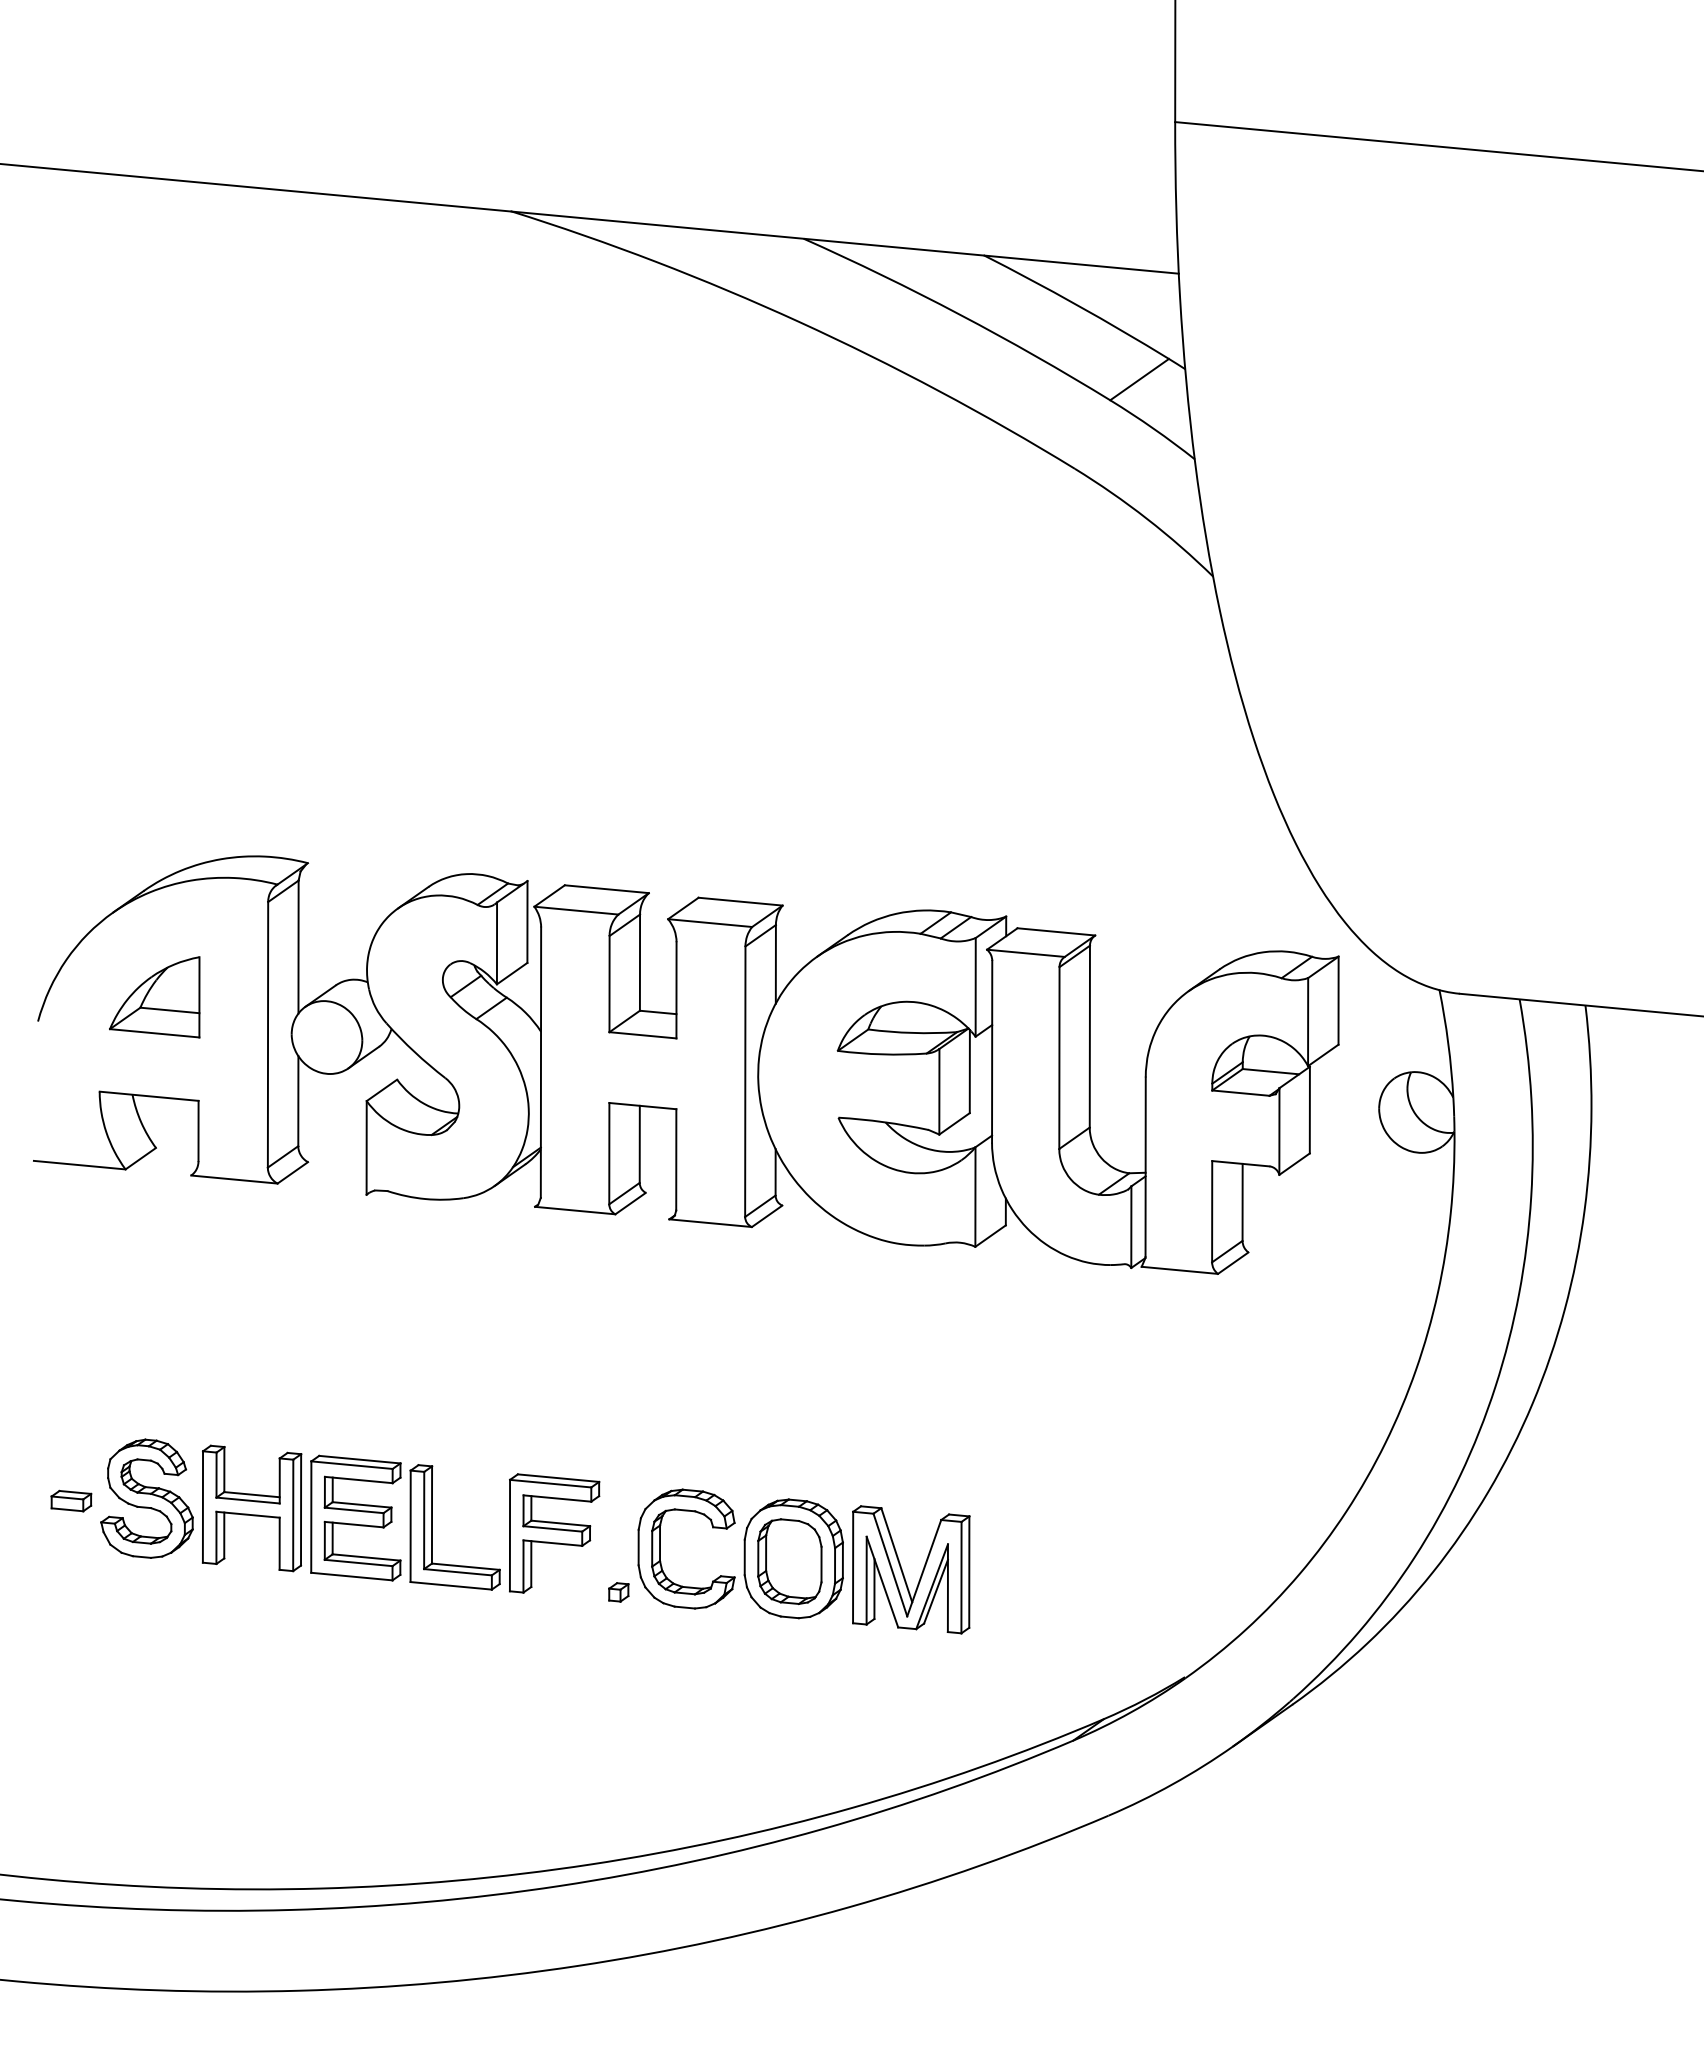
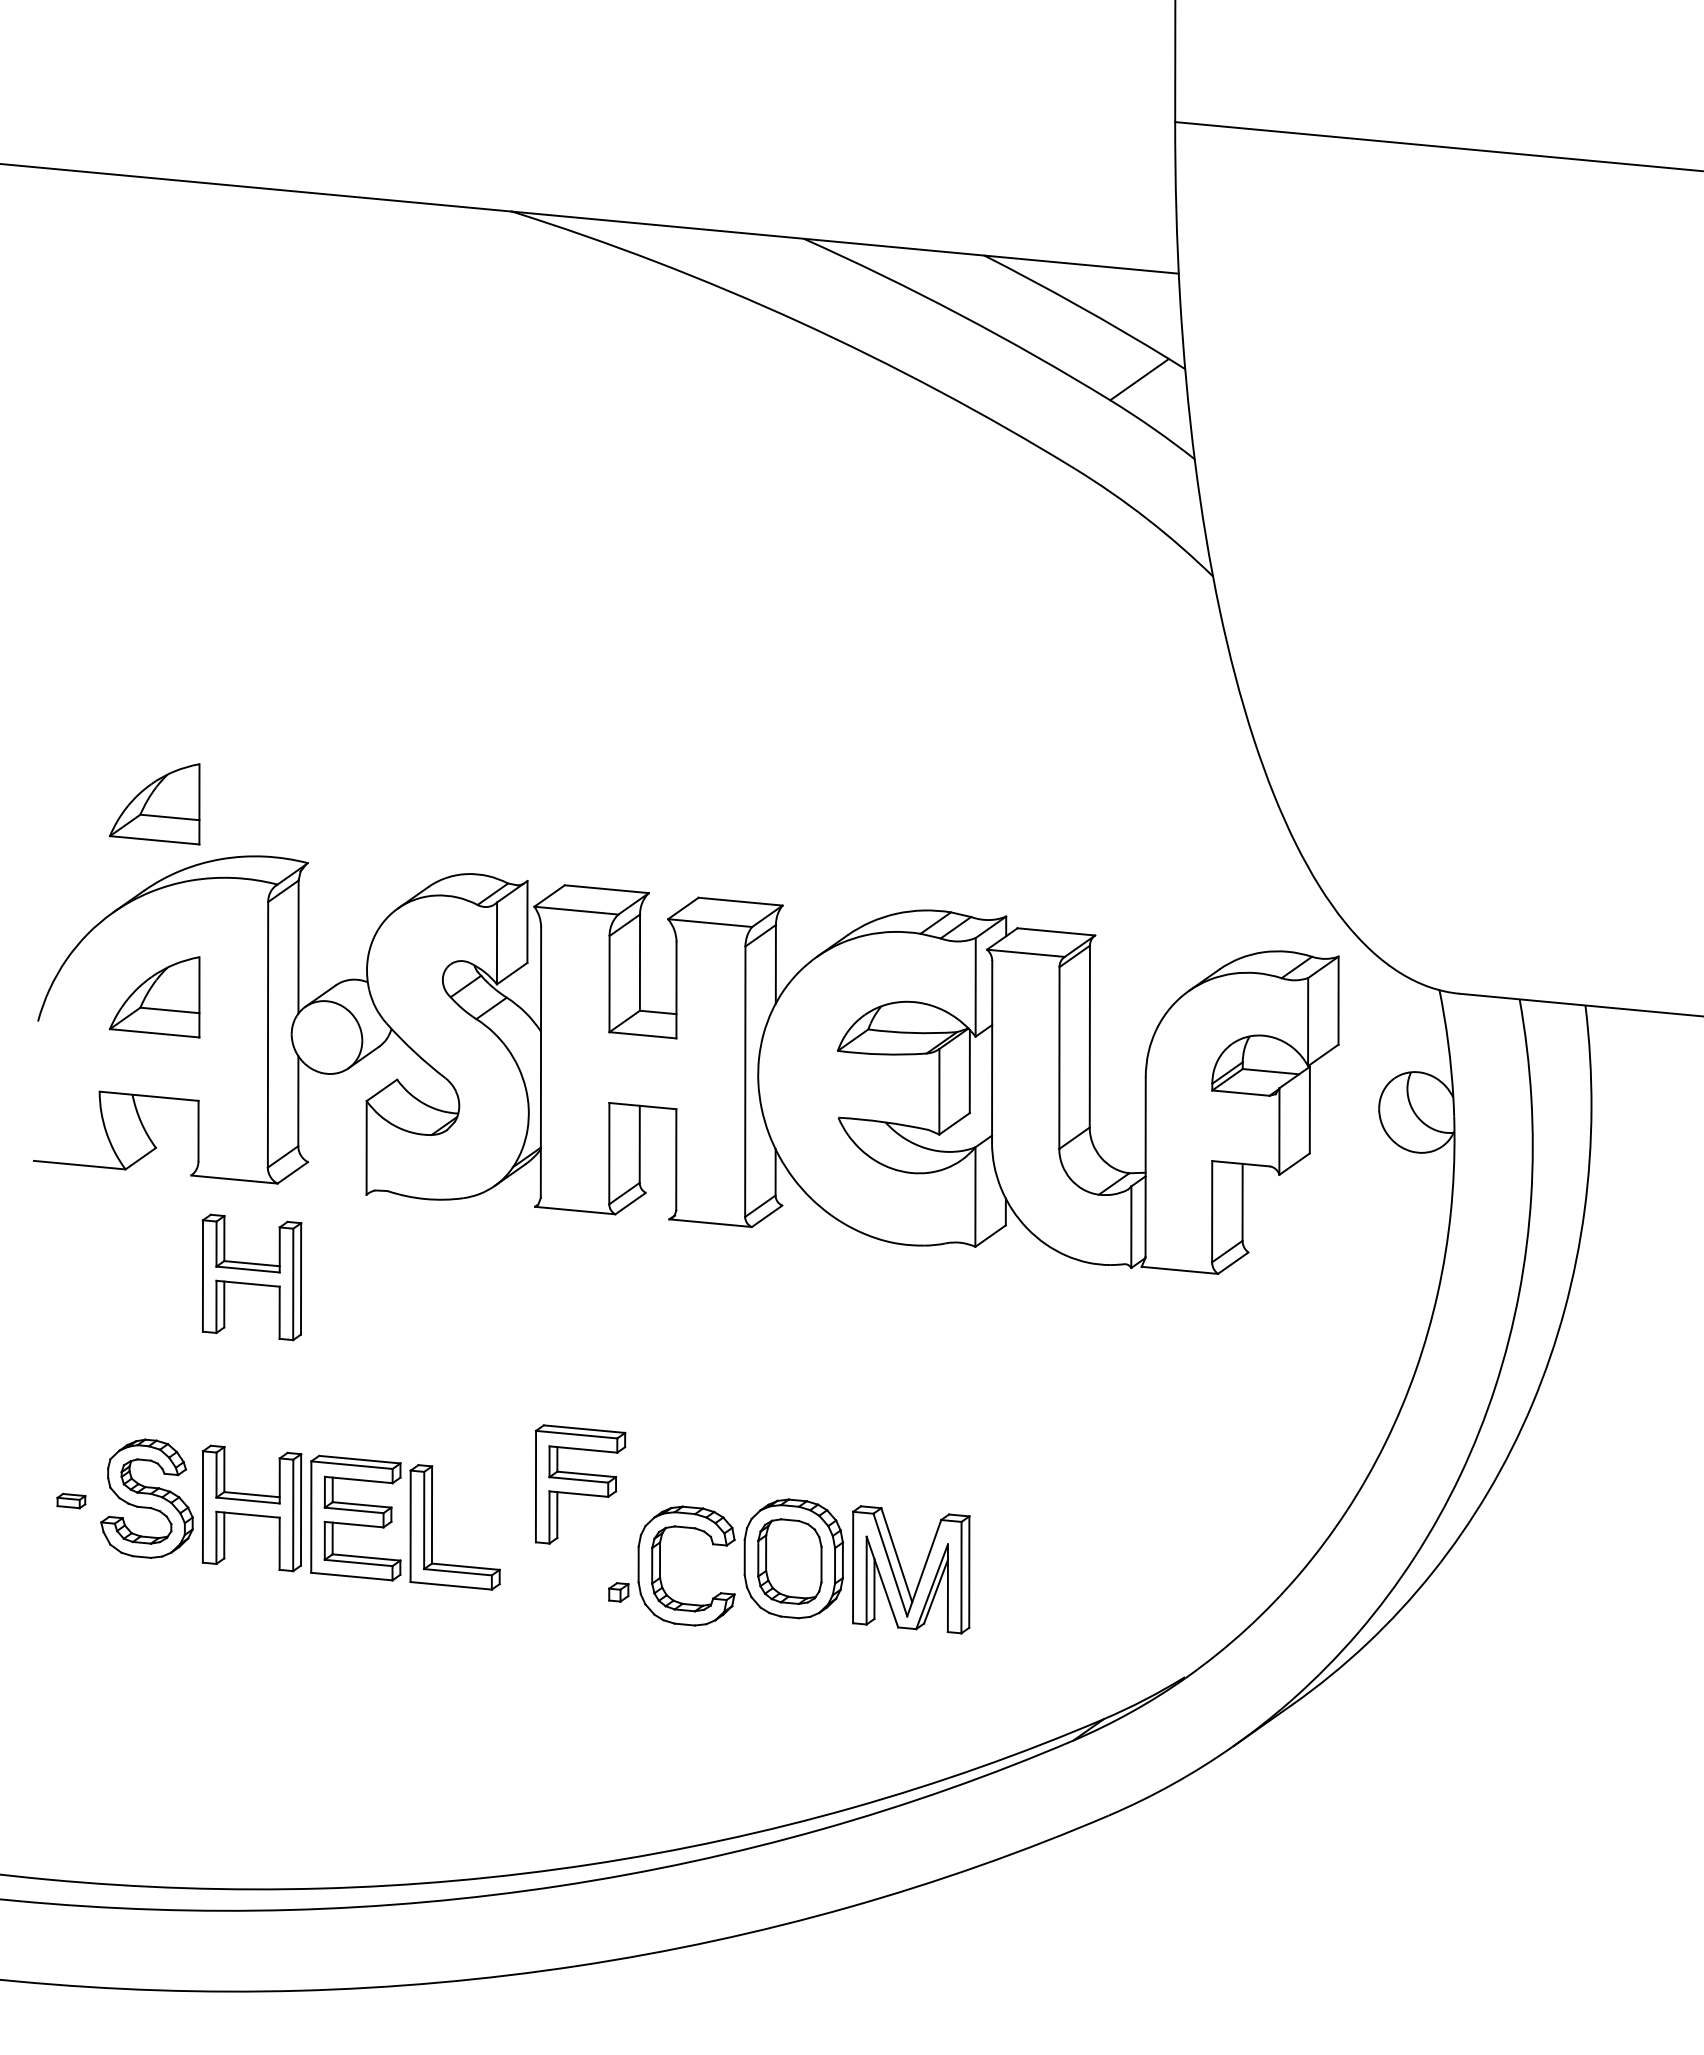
part at (154, 804): none -> present
part at (251, 1277): none -> present
part at (71, 1500) size: 43x24 px -> 31x18 px
part at (554, 1533) position: (554, 1533) -> (580, 1484)
part at (660, 1548) position: (660, 1548) -> (660, 1565)
